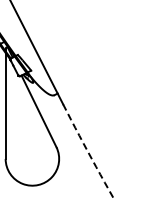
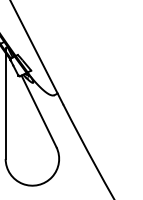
line at (88, 153): dashed -> solid
